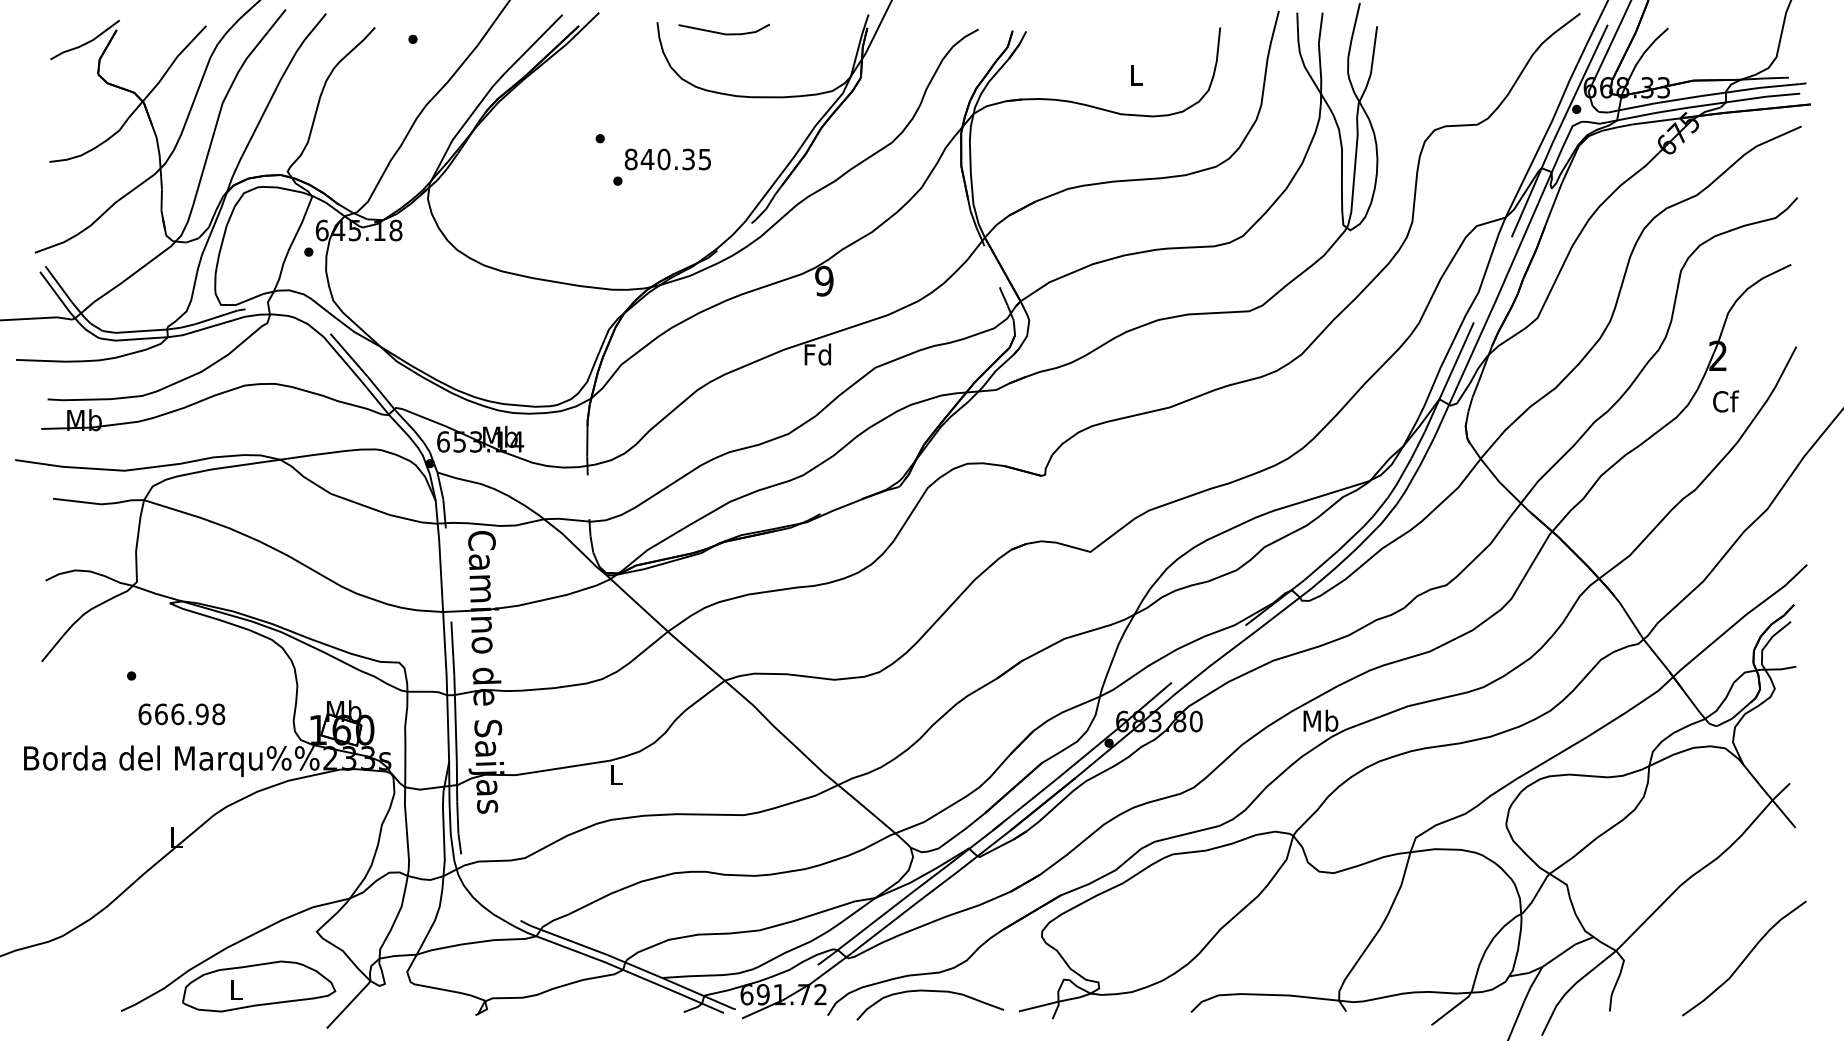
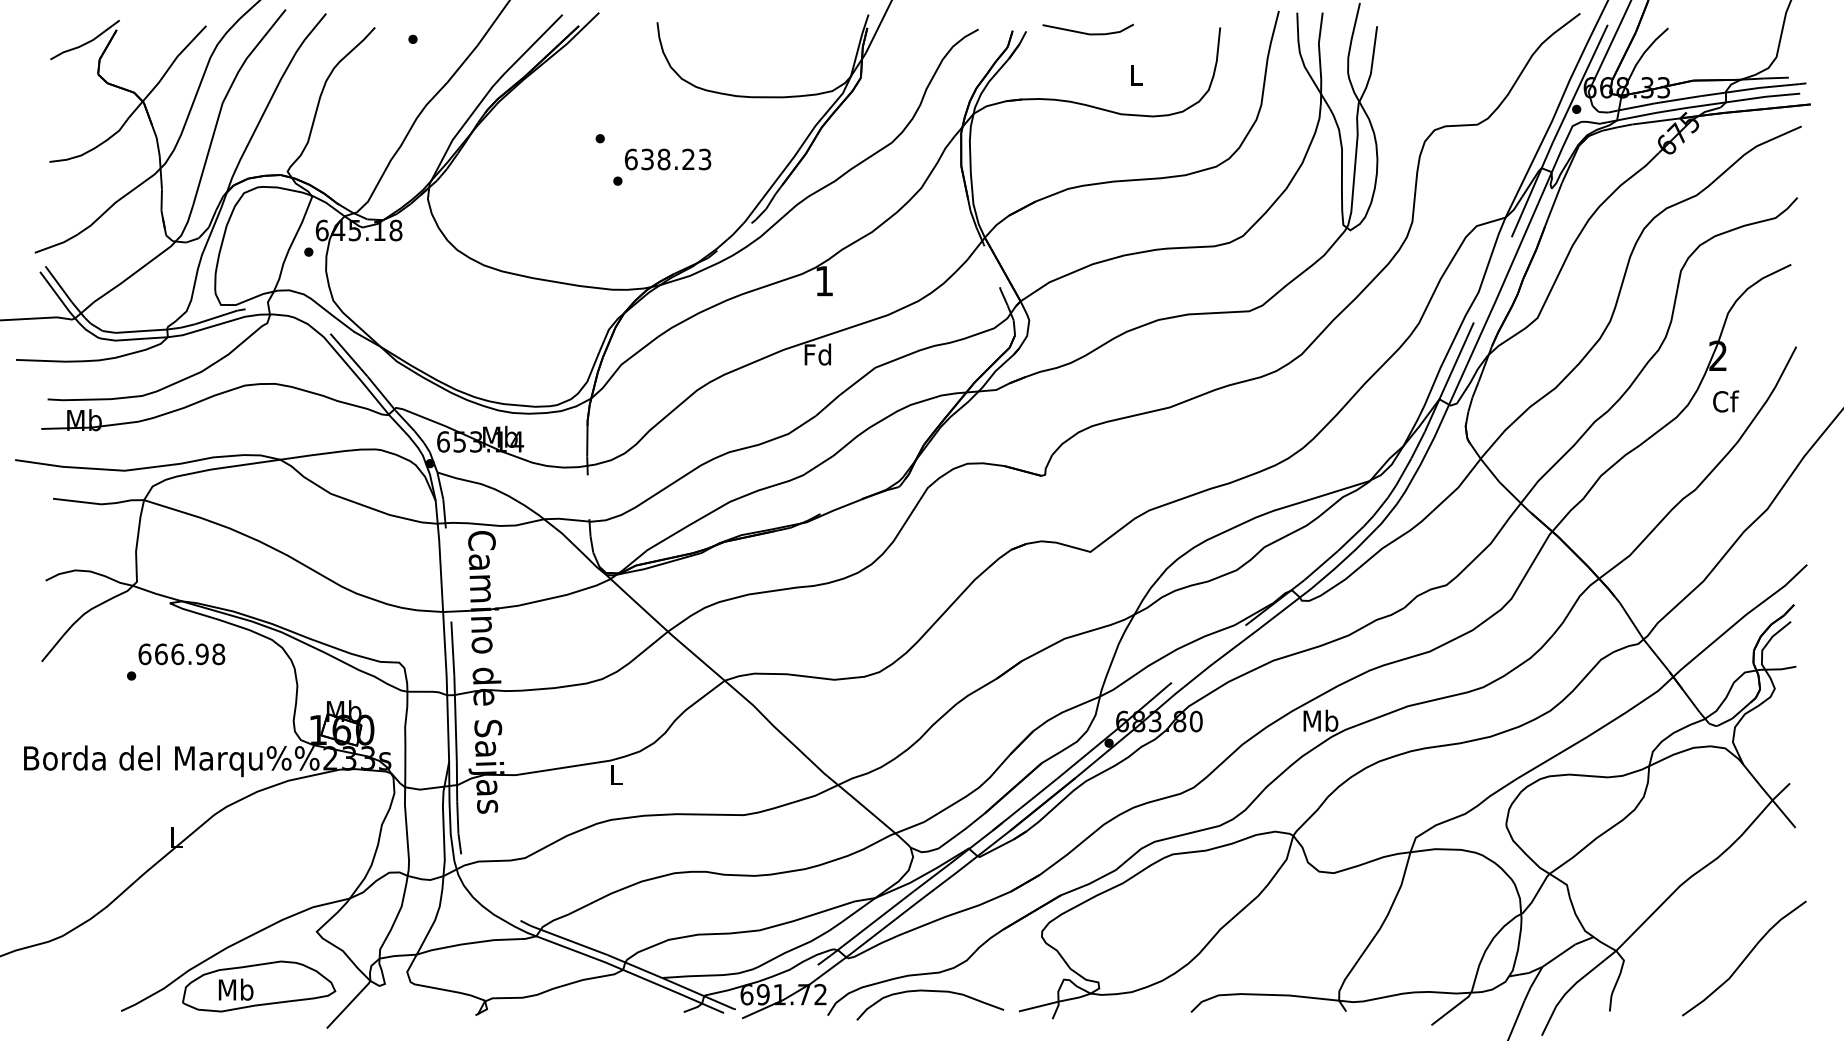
line at (722, 32) position: (722, 32) -> (1086, 32)
text at (667, 159): 840.35 -> 638.23
text at (824, 280): 9 -> 1
text at (181, 714) position: (181, 714) -> (181, 654)
text at (235, 989): L -> Mb
